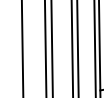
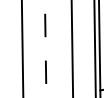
line at (51, 48): present -> none
line at (77, 48): present -> none
line at (45, 49): solid -> dashed
